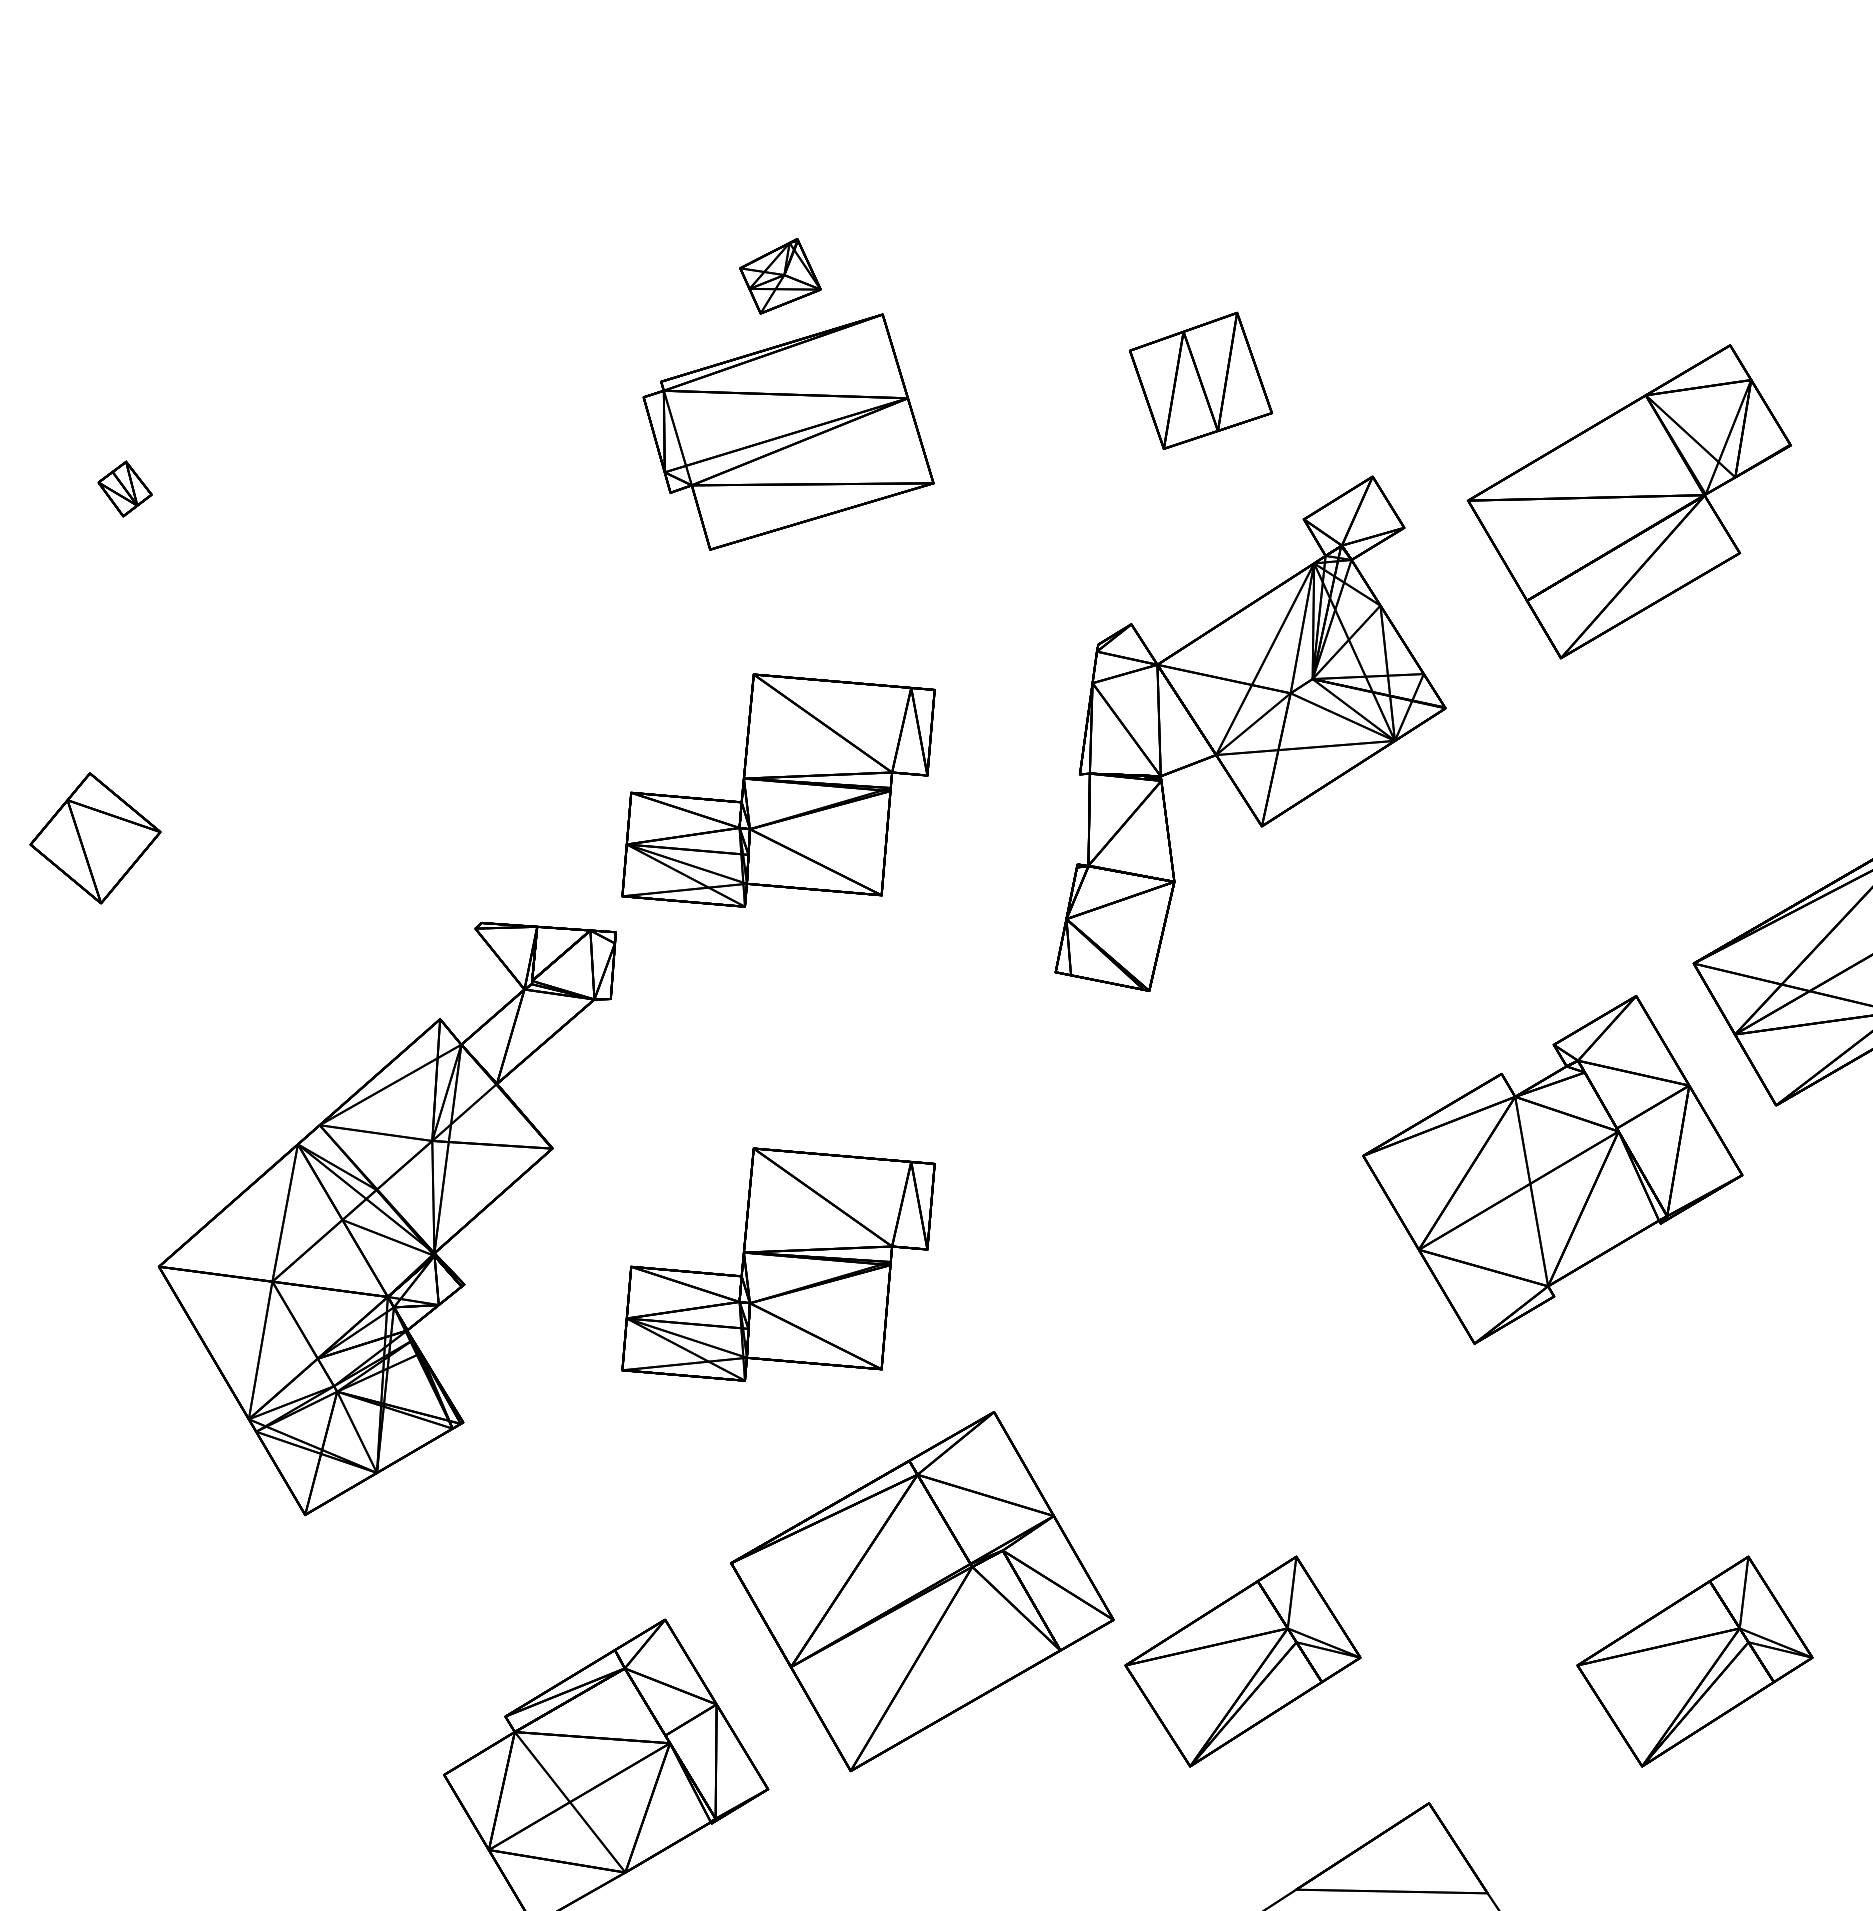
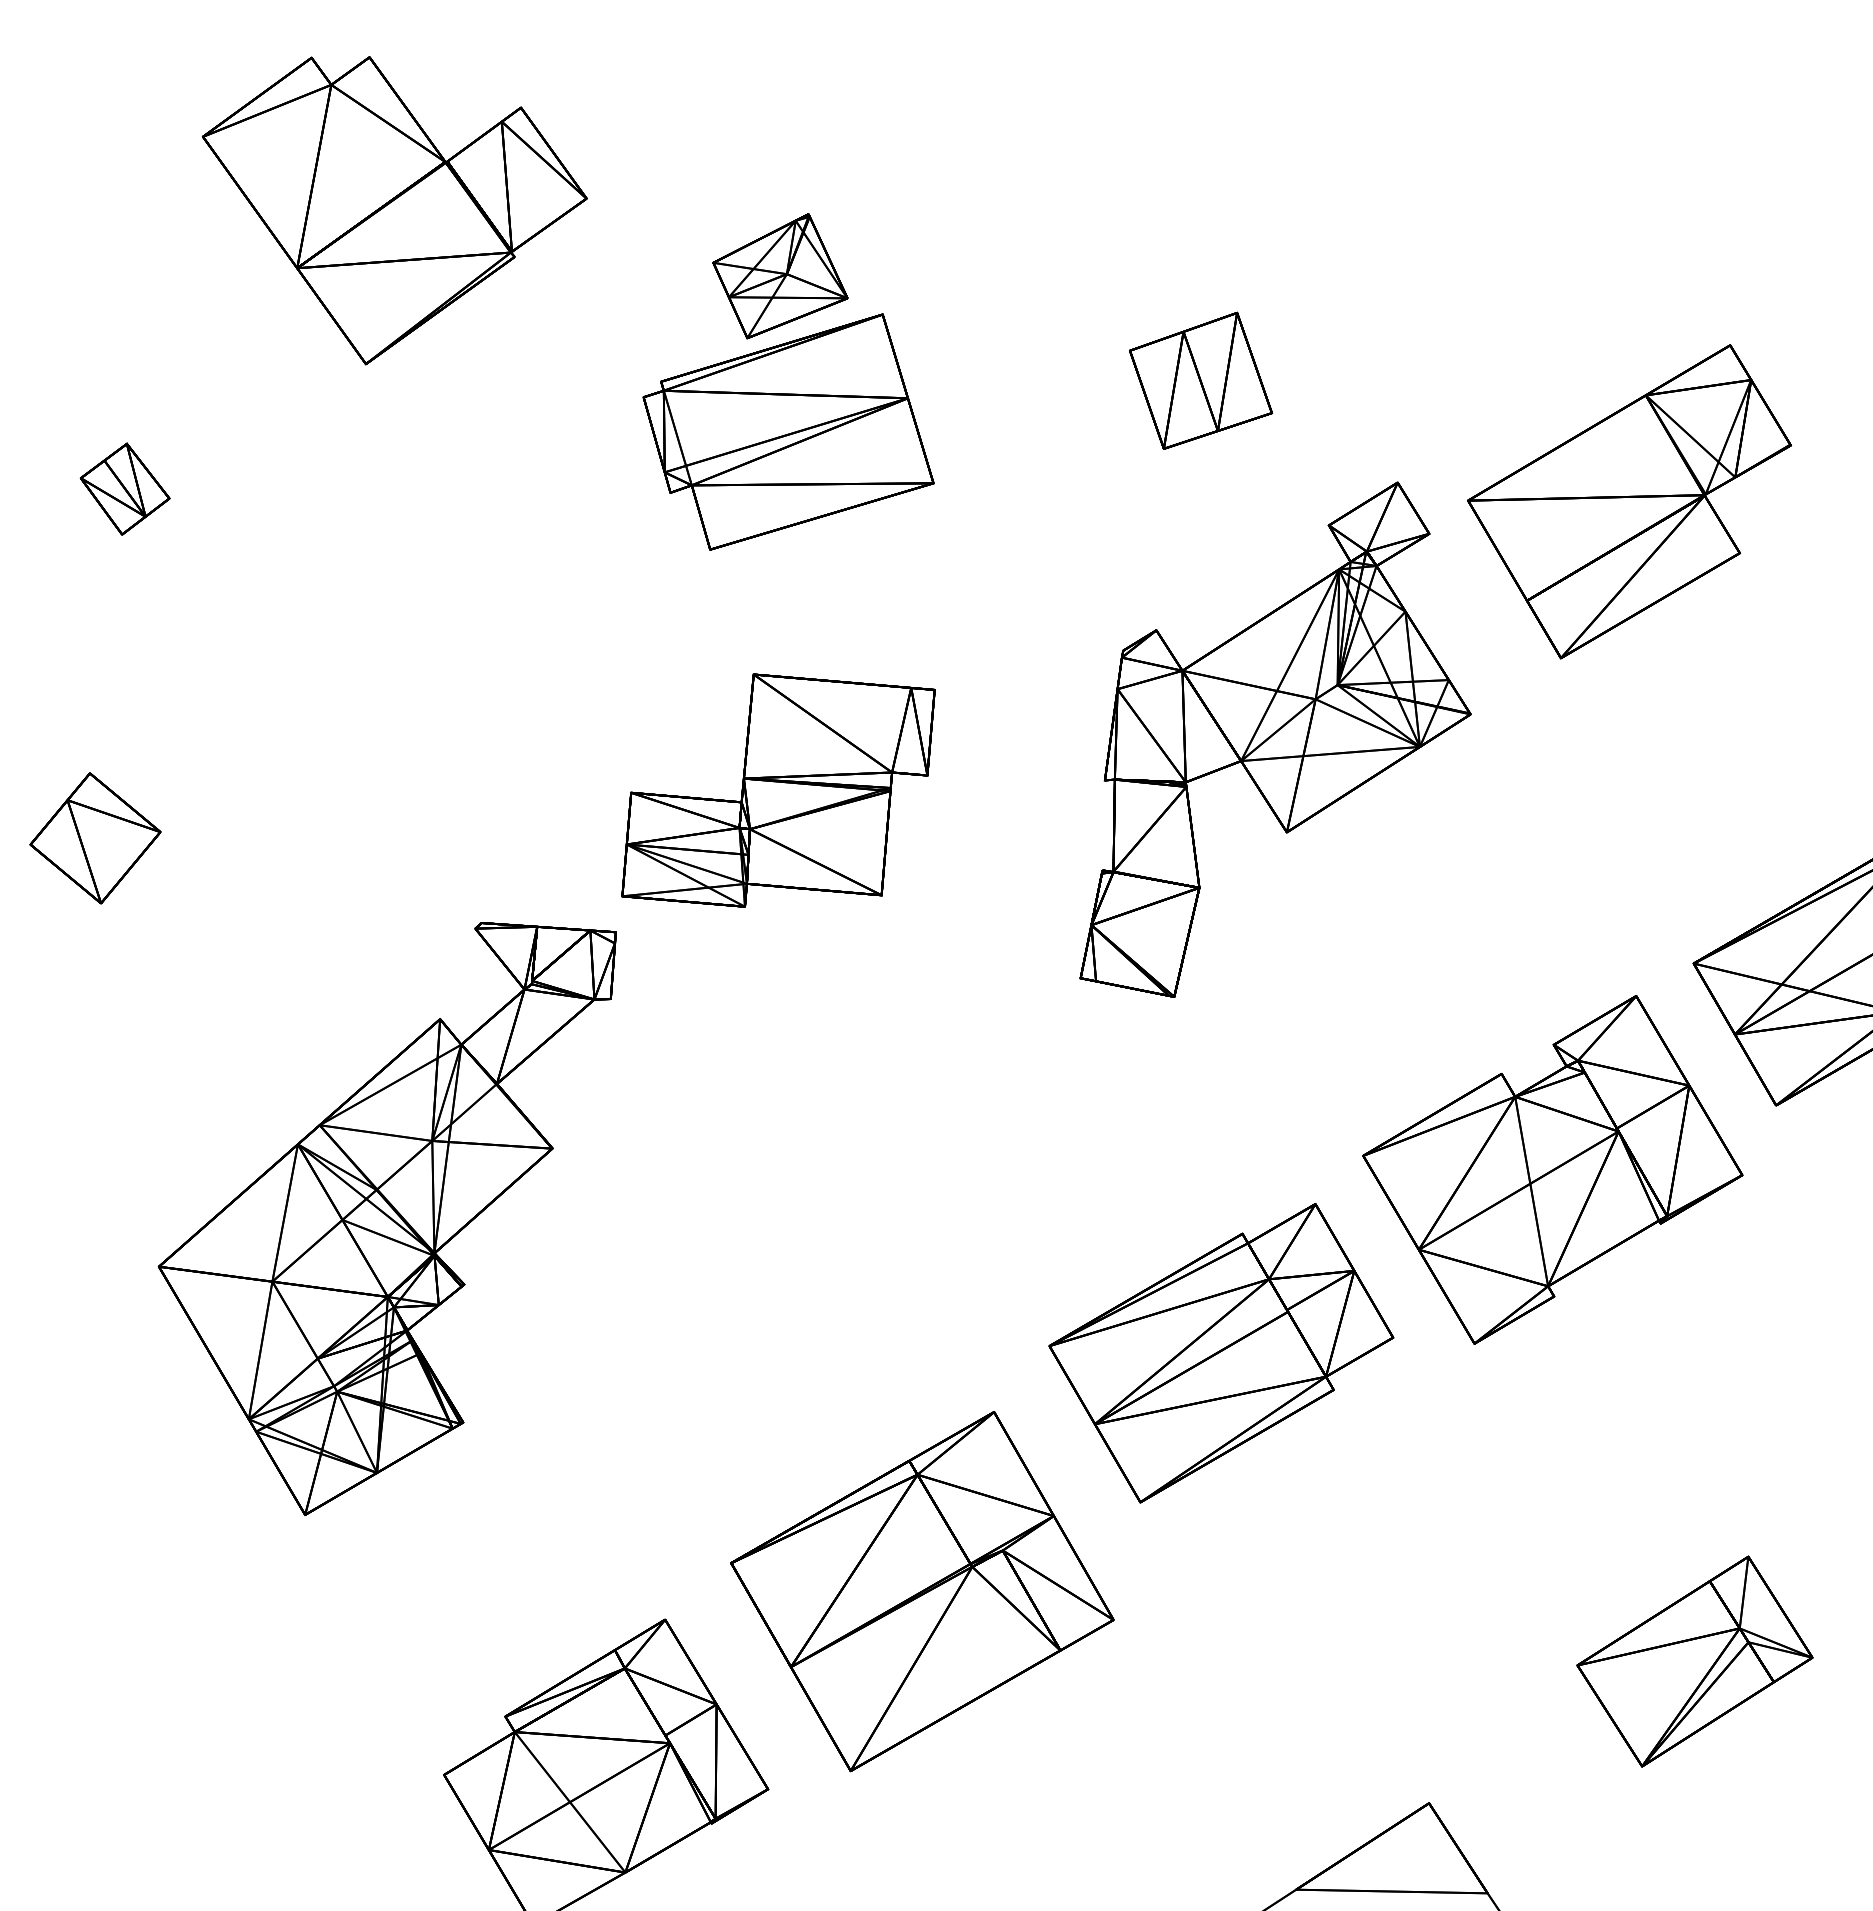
part at (394, 210): none -> present
part at (780, 276) size: 83x77 px -> 137x127 px
part at (124, 488) size: 56x58 px -> 92x94 px
part at (1250, 733) position: (1250, 733) -> (1275, 739)
part at (778, 1264): present -> none
part at (1221, 1353): none -> present
part at (1242, 1661): present -> none
